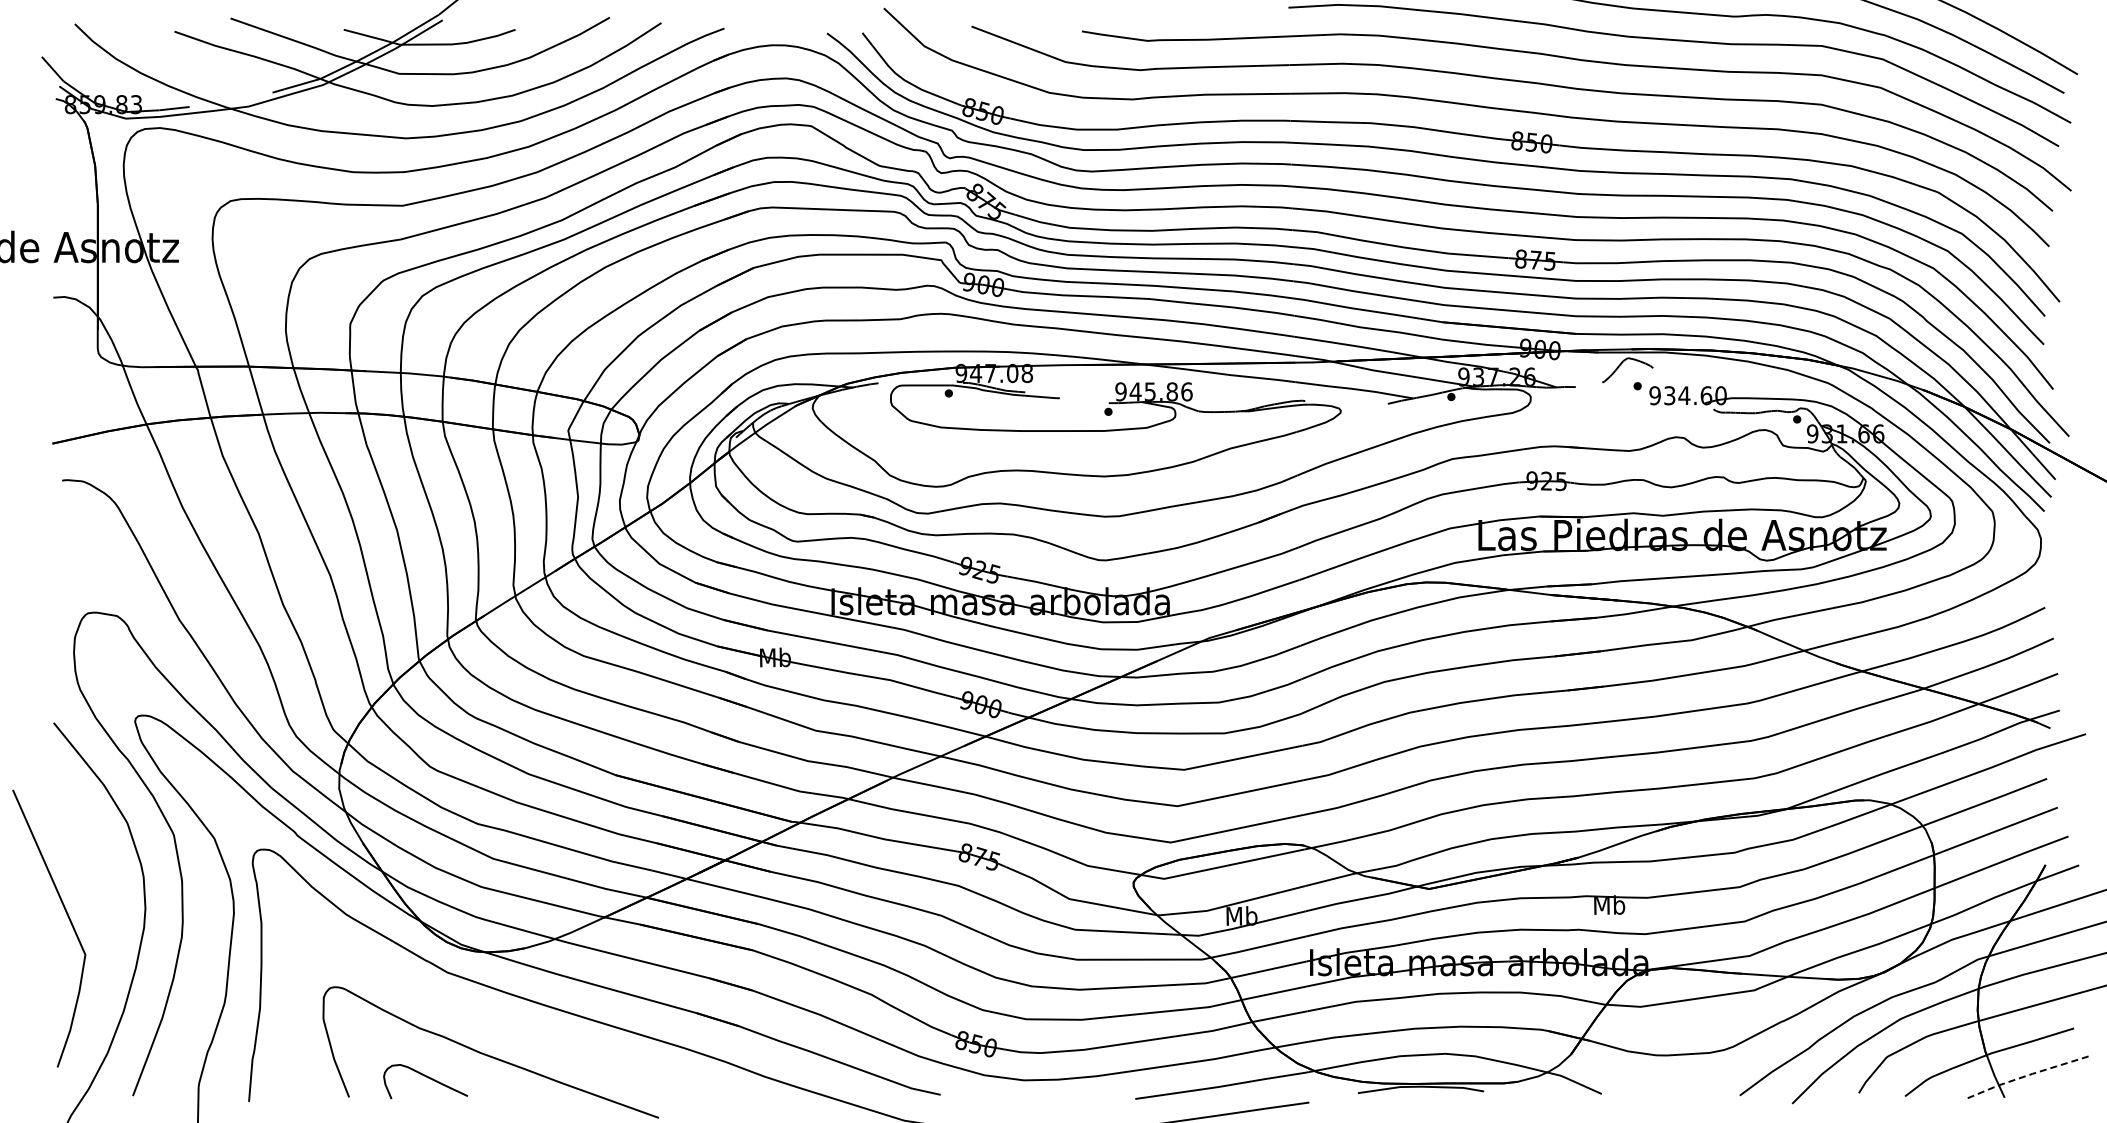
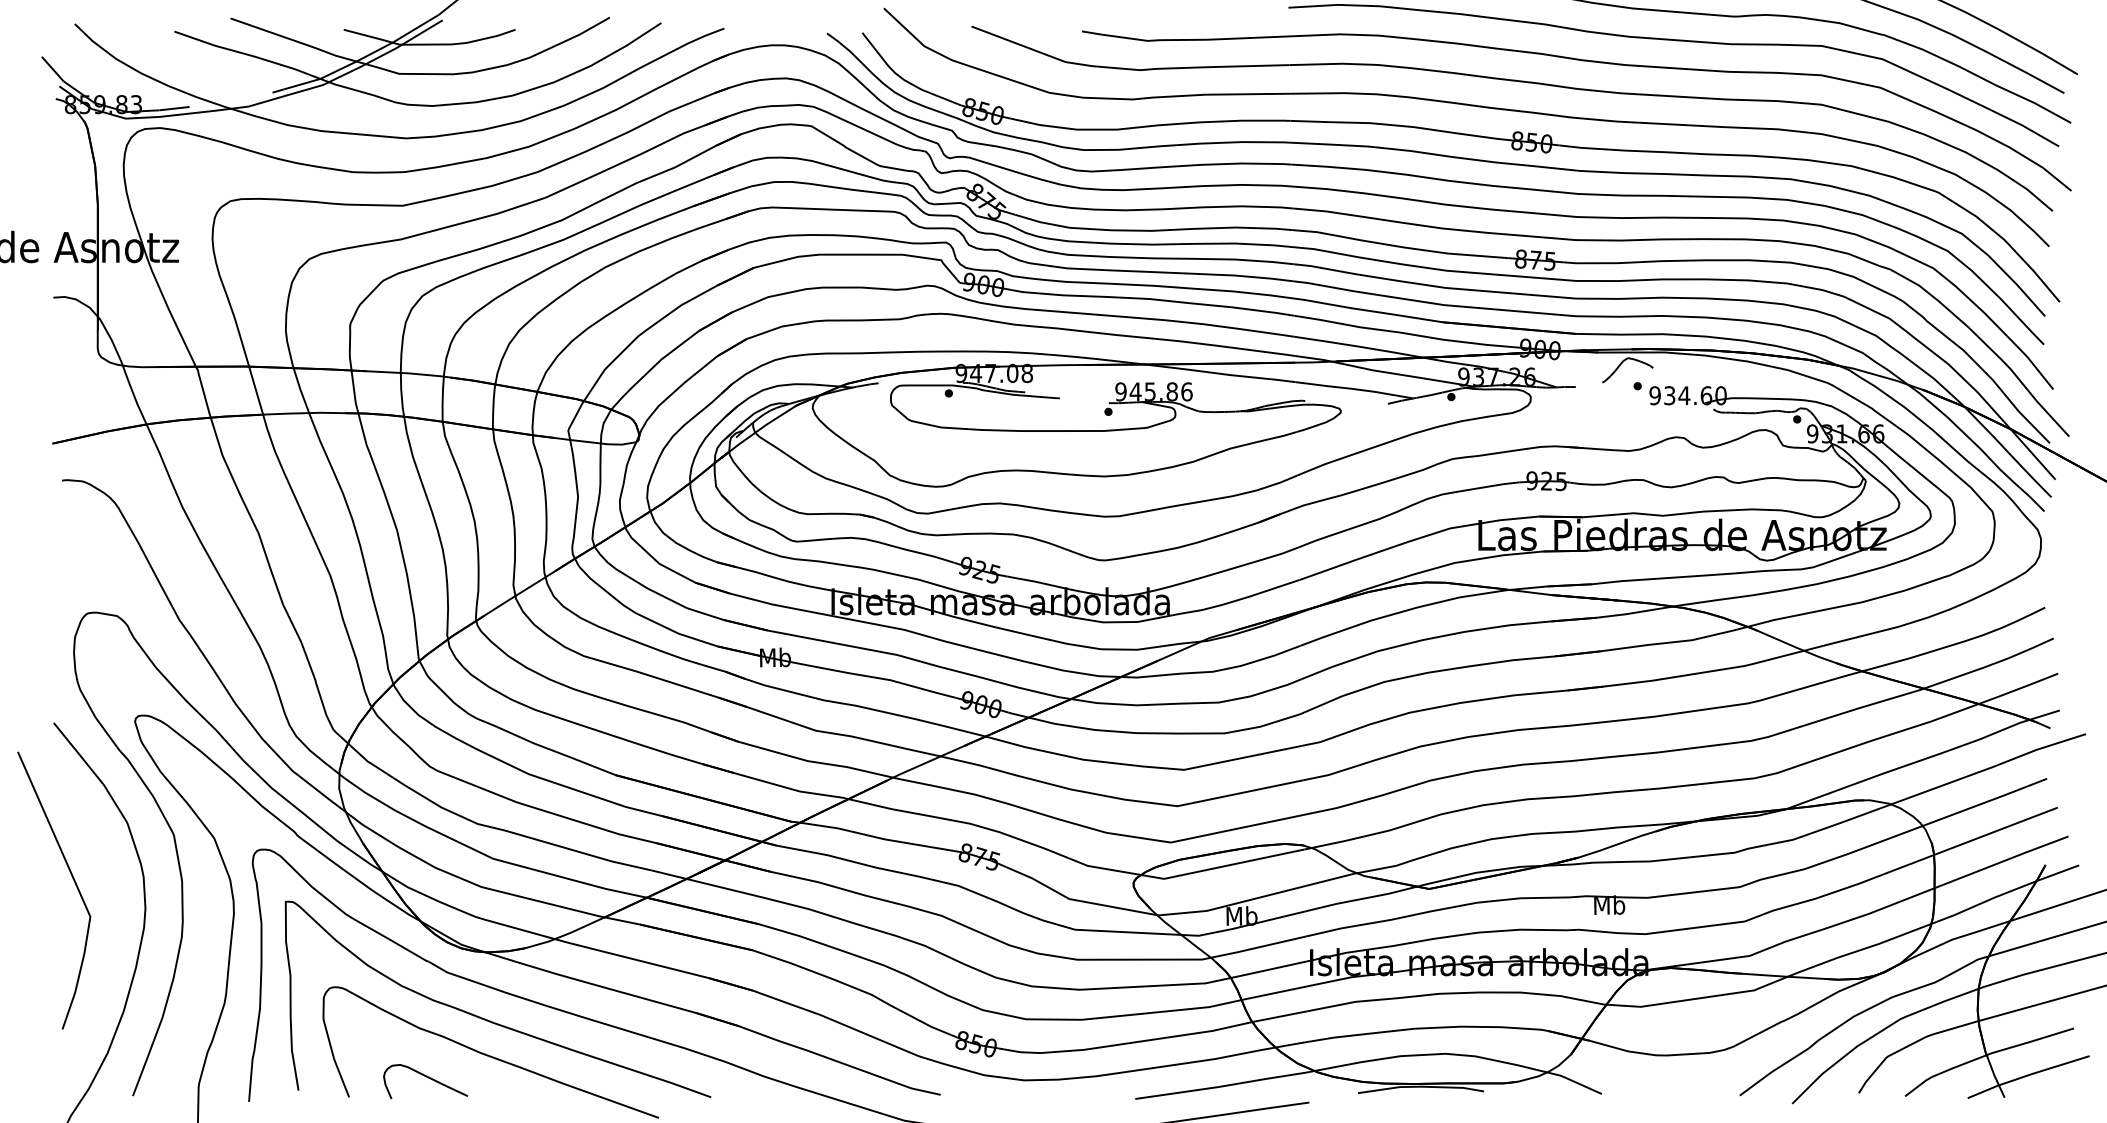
line at (68, 919) position: (68, 919) -> (73, 881)
curve at (490, 1020): none -> present
line at (2028, 1075): dashed -> solid
